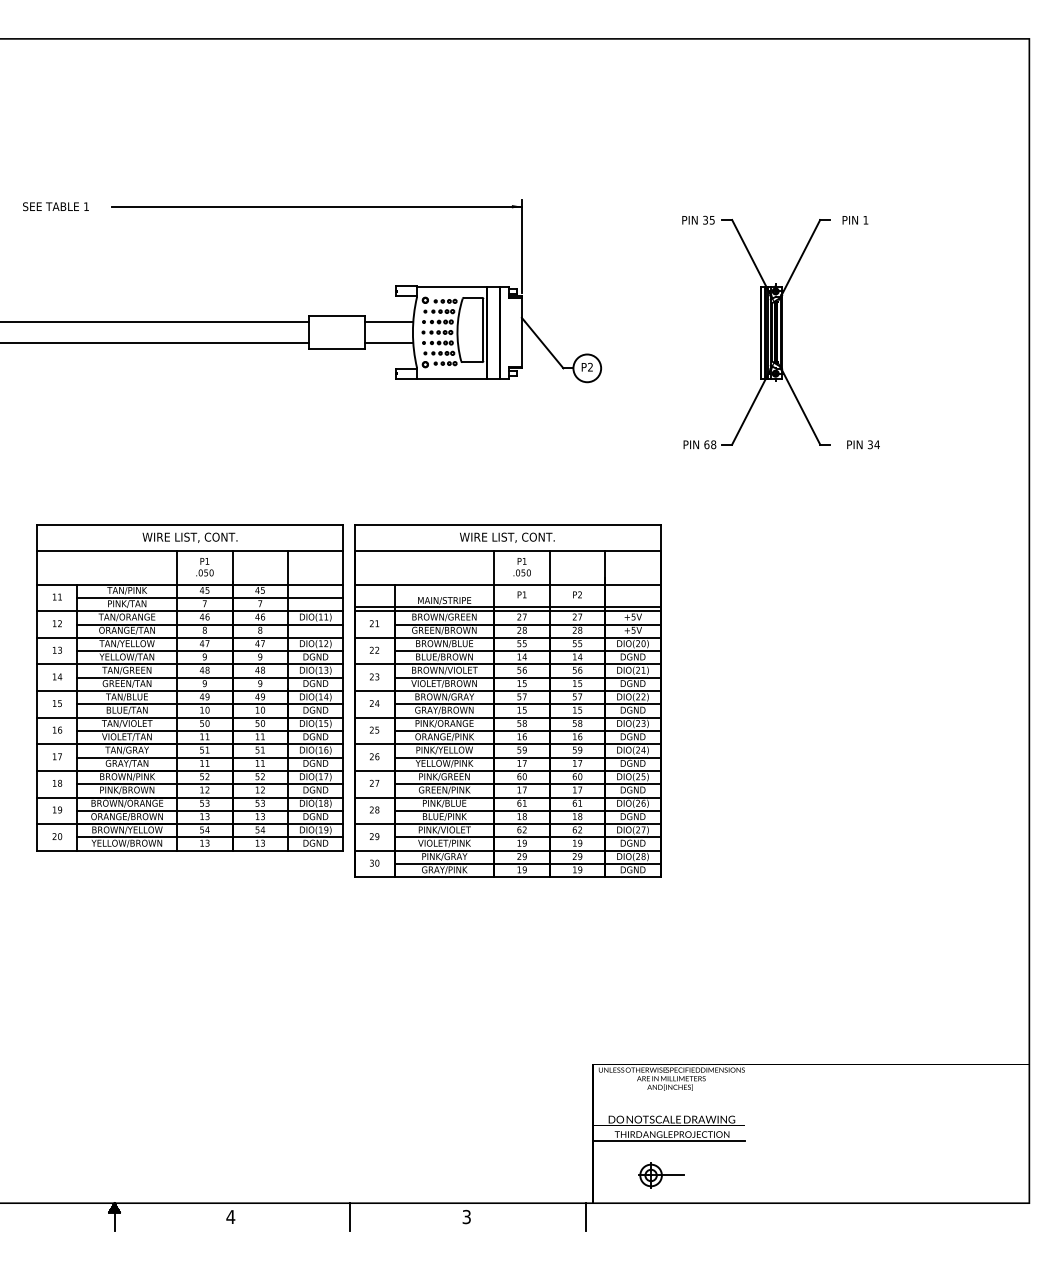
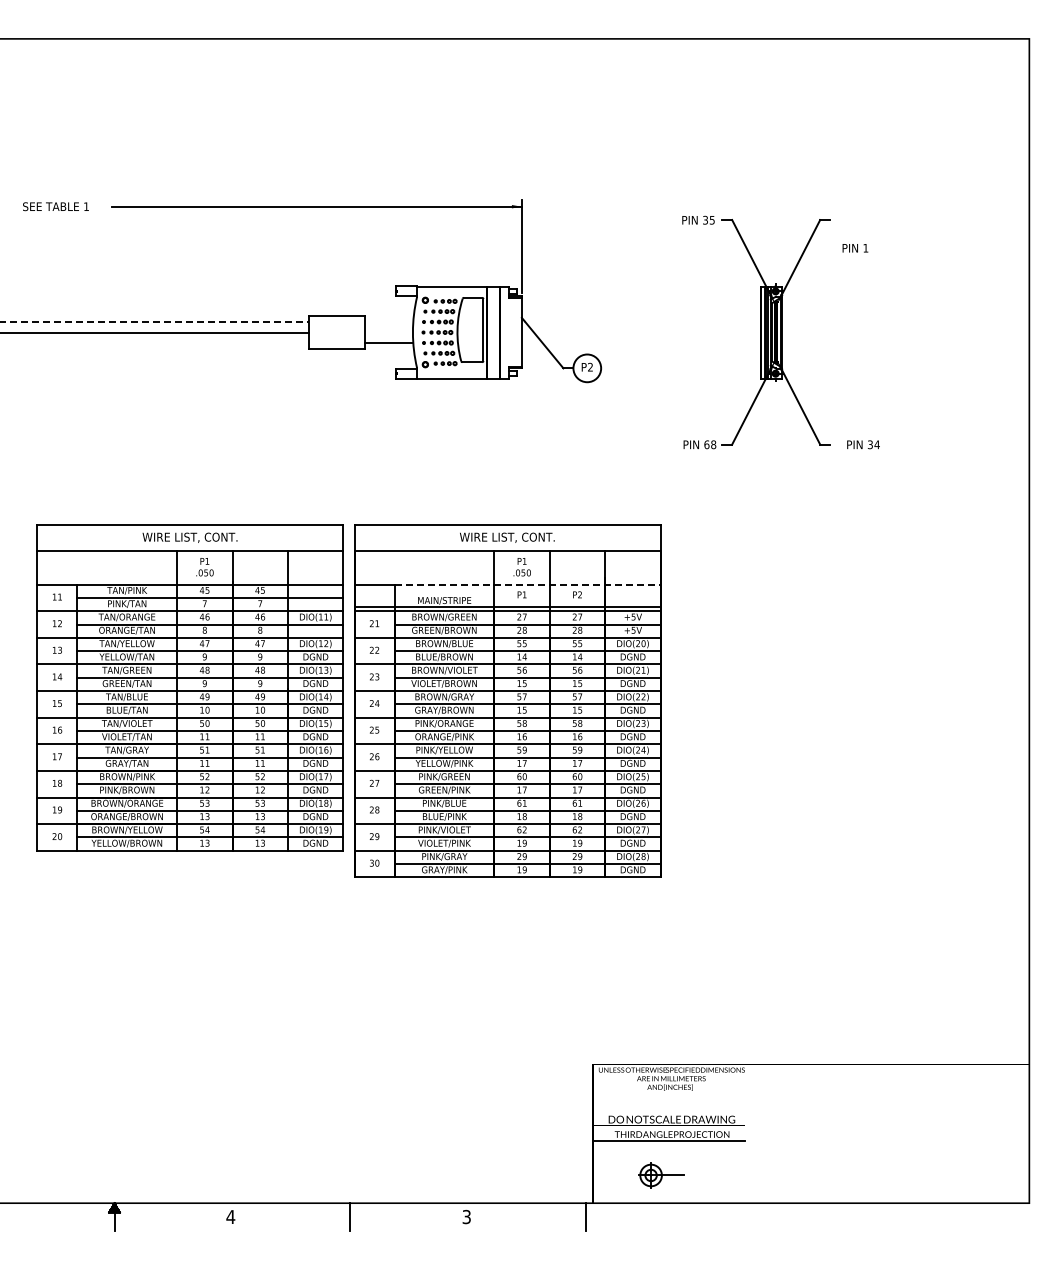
text at (855, 220) position: (855, 220) -> (855, 248)
line at (155, 322): solid -> dashed
line at (388, 322): present -> none
line at (155, 342) position: (155, 342) -> (155, 332)
line at (528, 584): solid -> dashed
